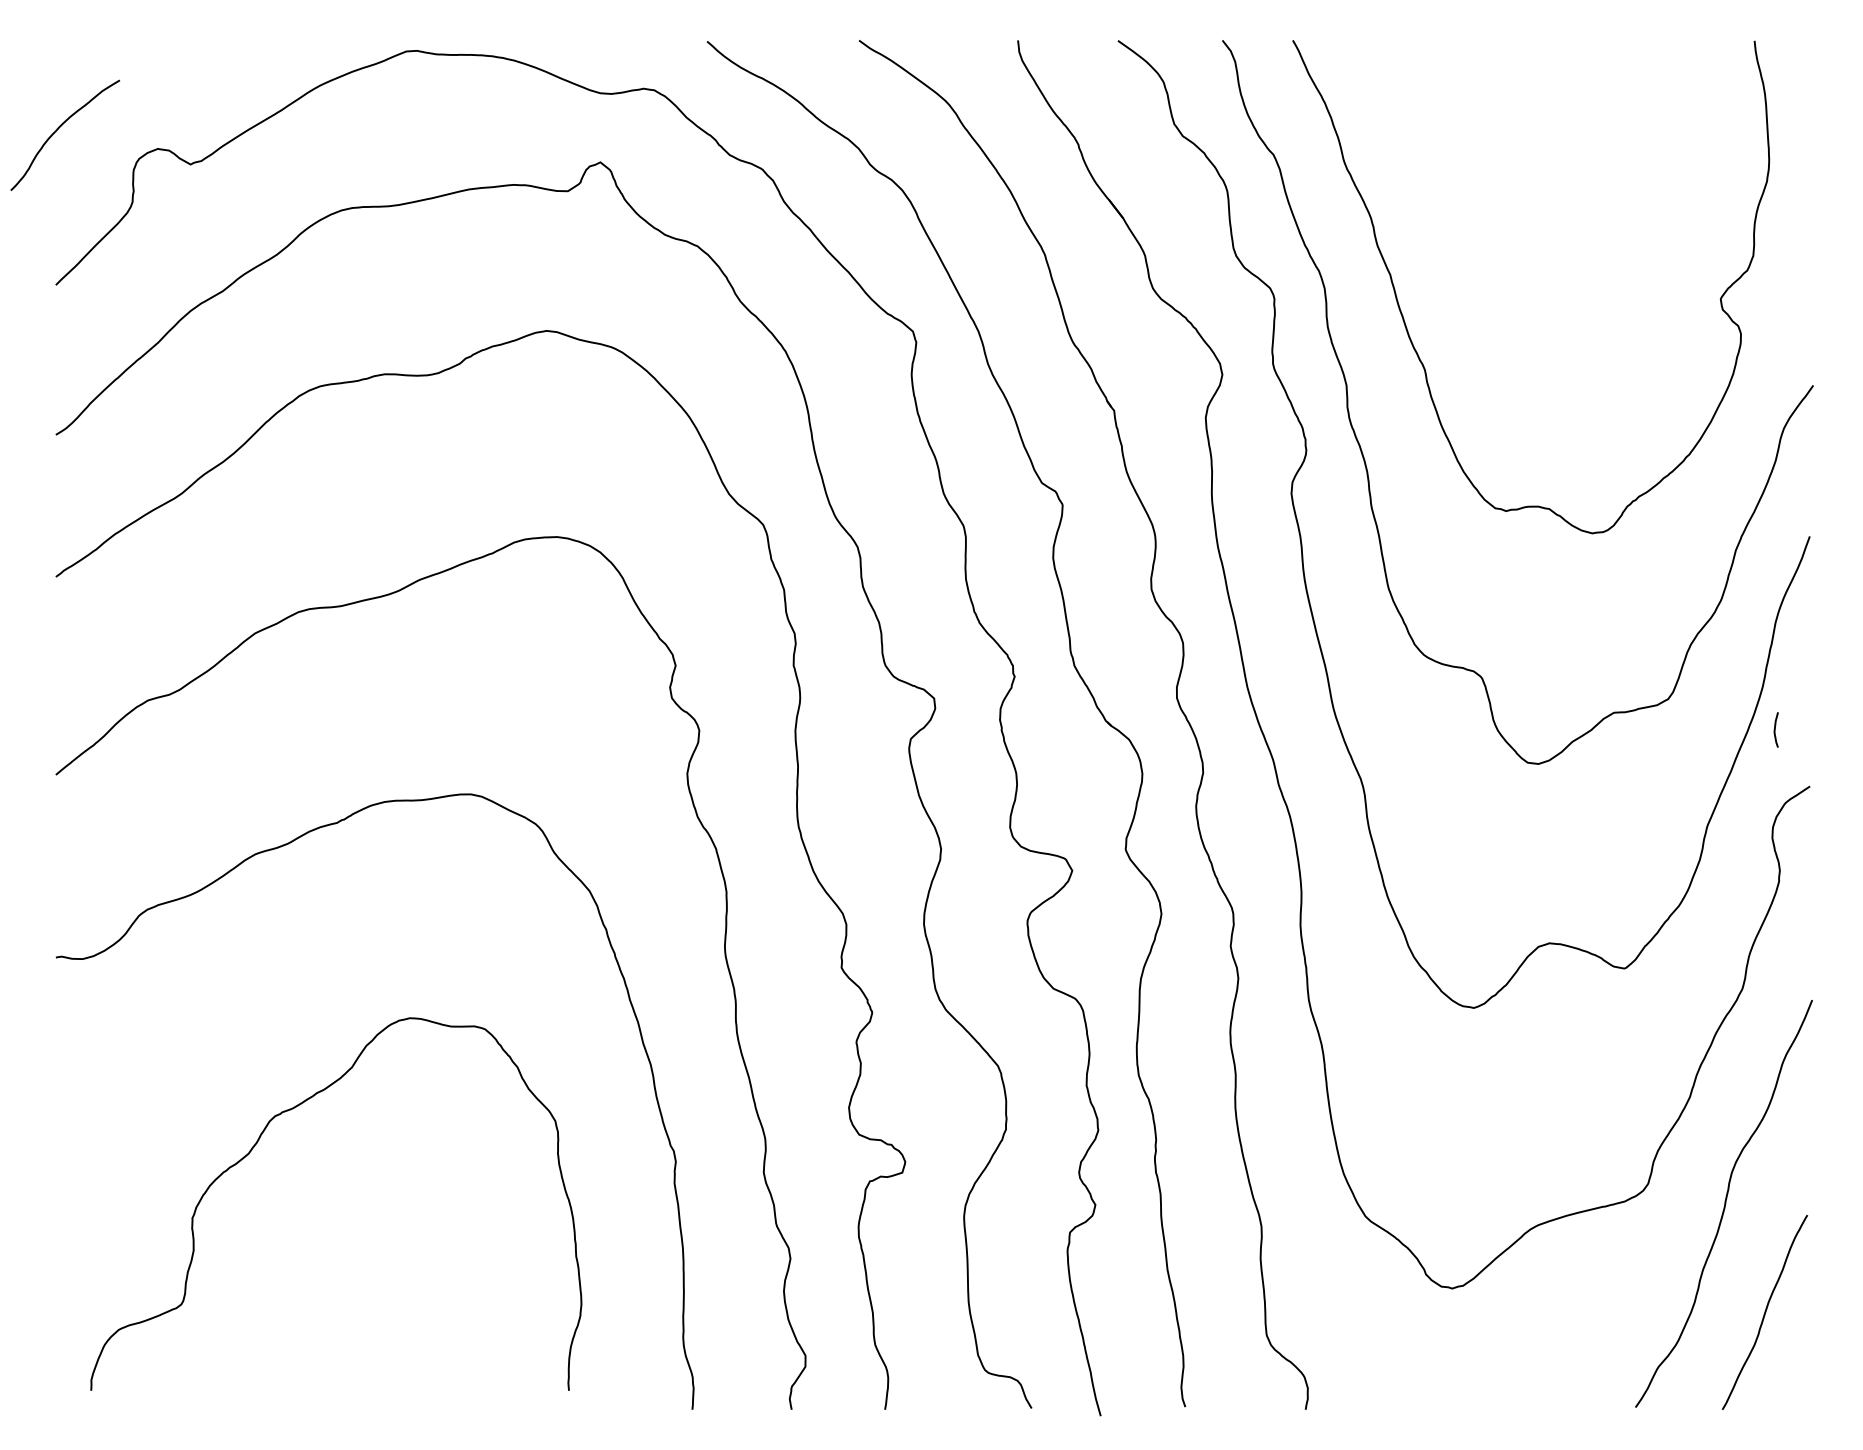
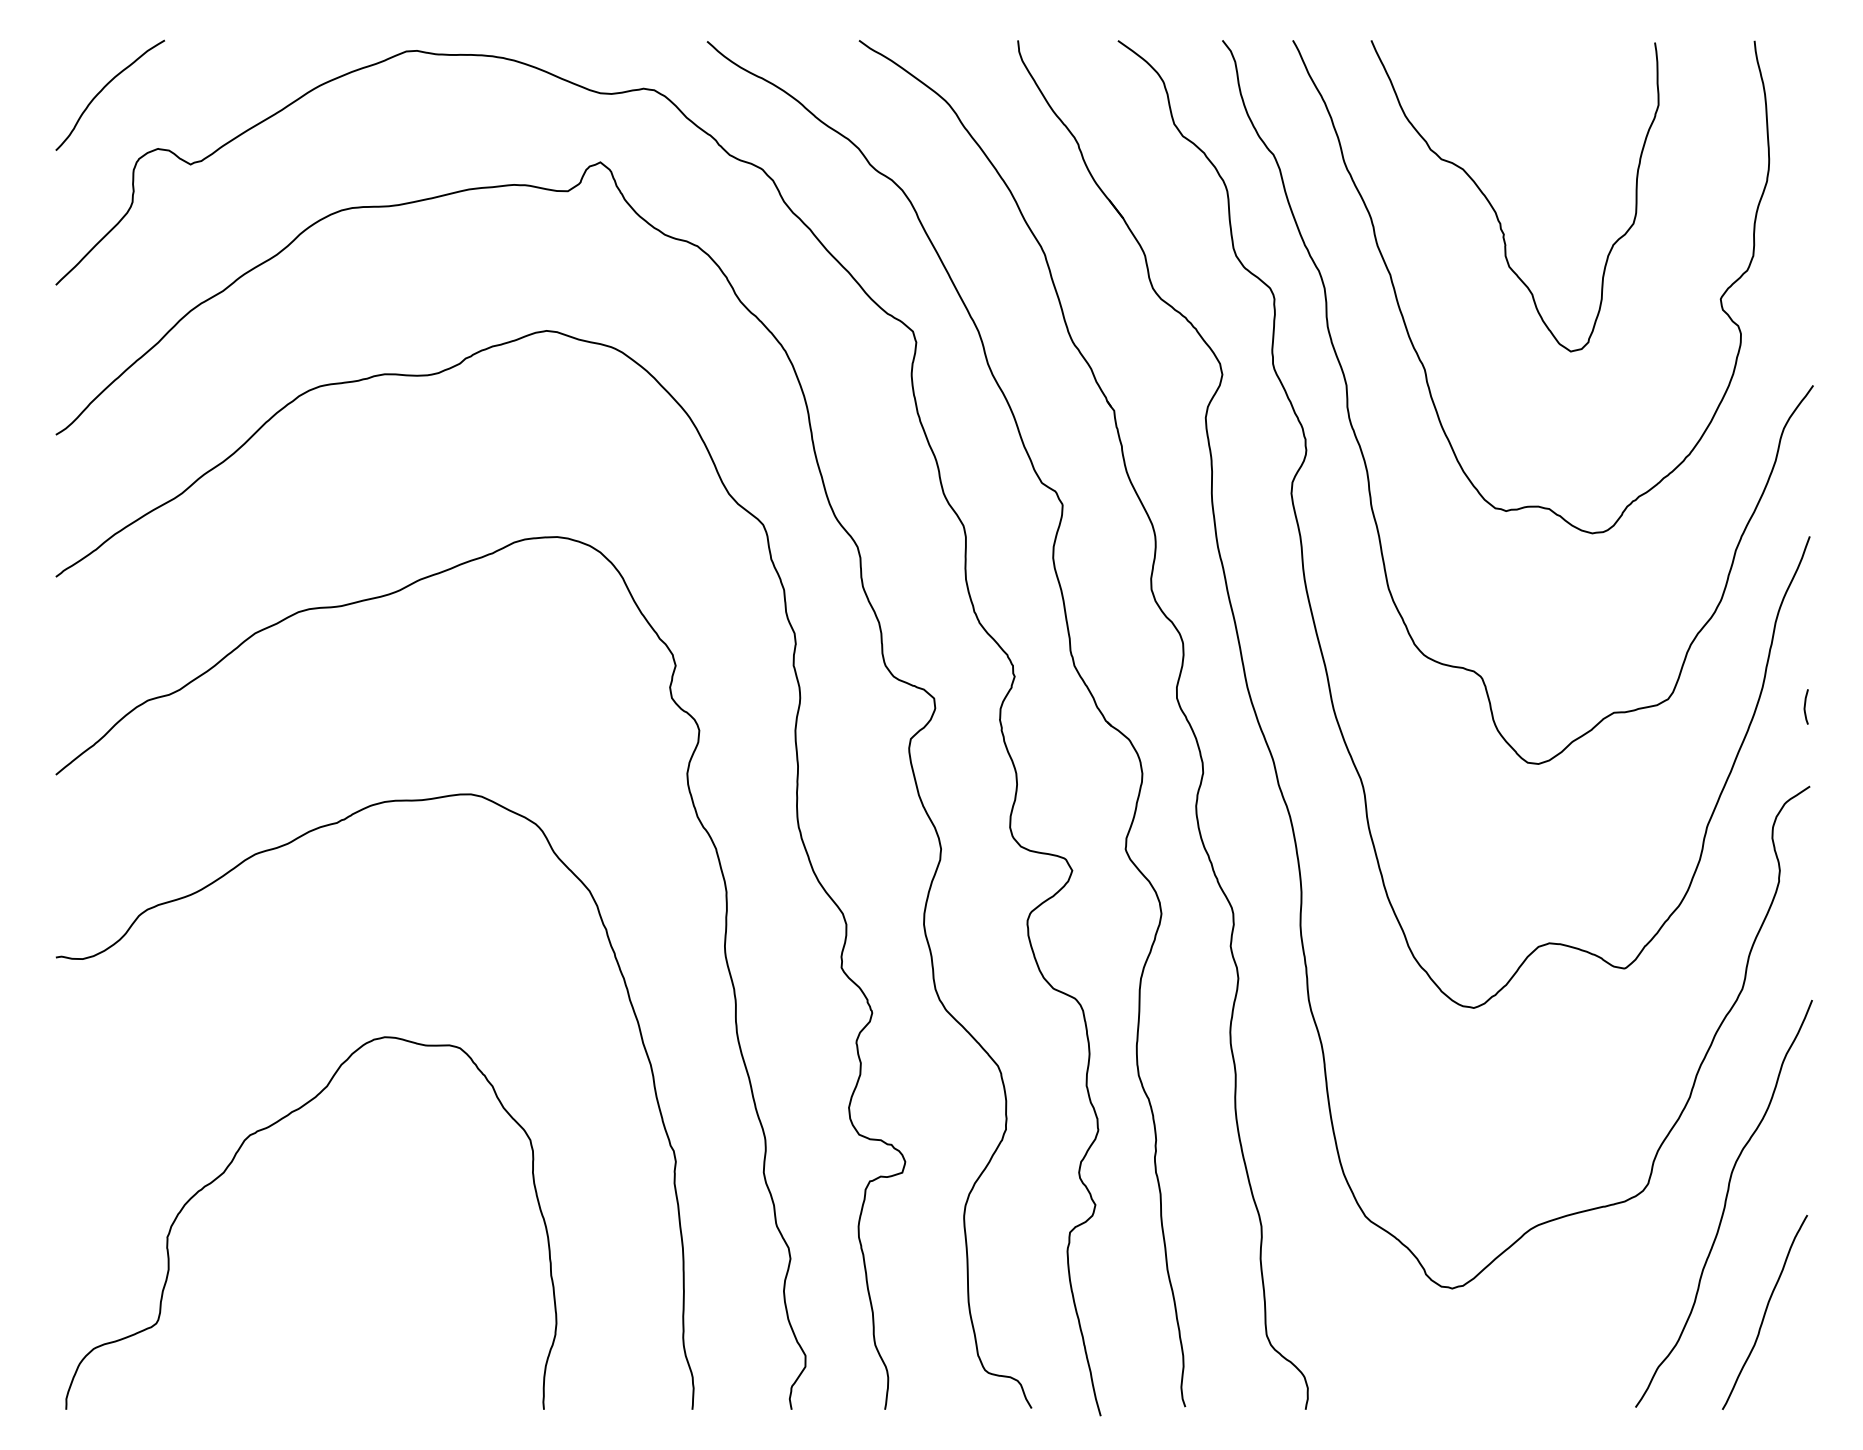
curve at (59, 128) position: (59, 128) -> (104, 88)
curve at (1494, 208): none -> present
curve at (1775, 729) position: (1775, 729) -> (1805, 706)
curve at (257, 1143) position: (257, 1143) -> (232, 1162)
